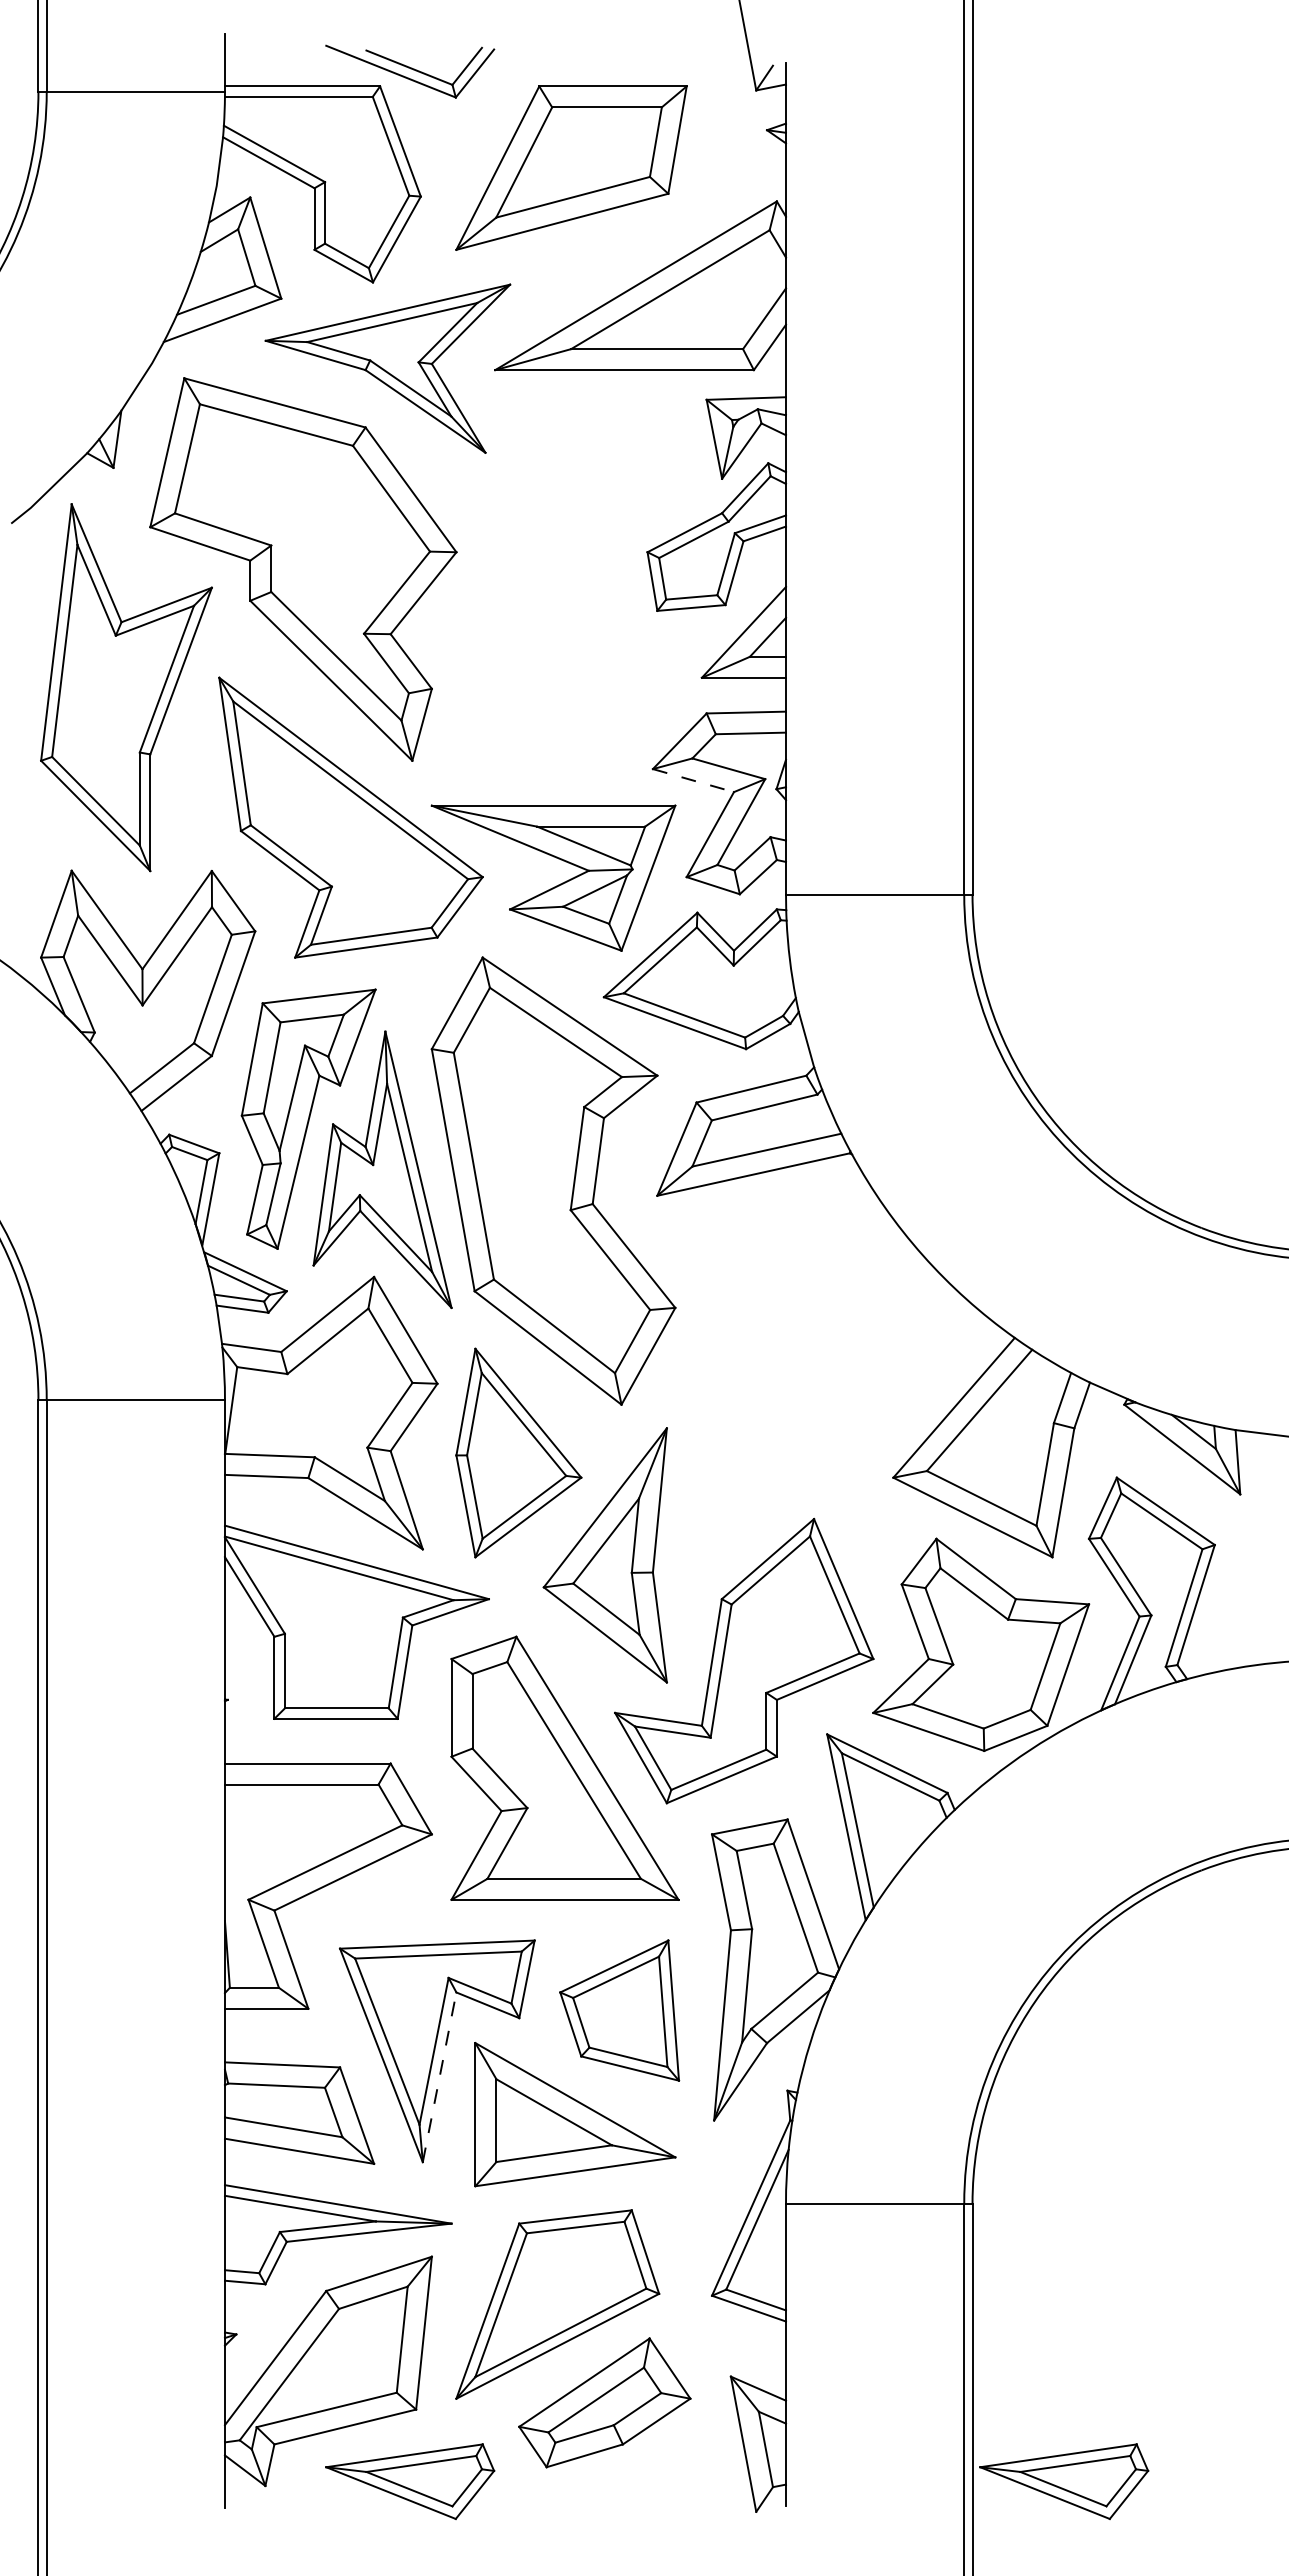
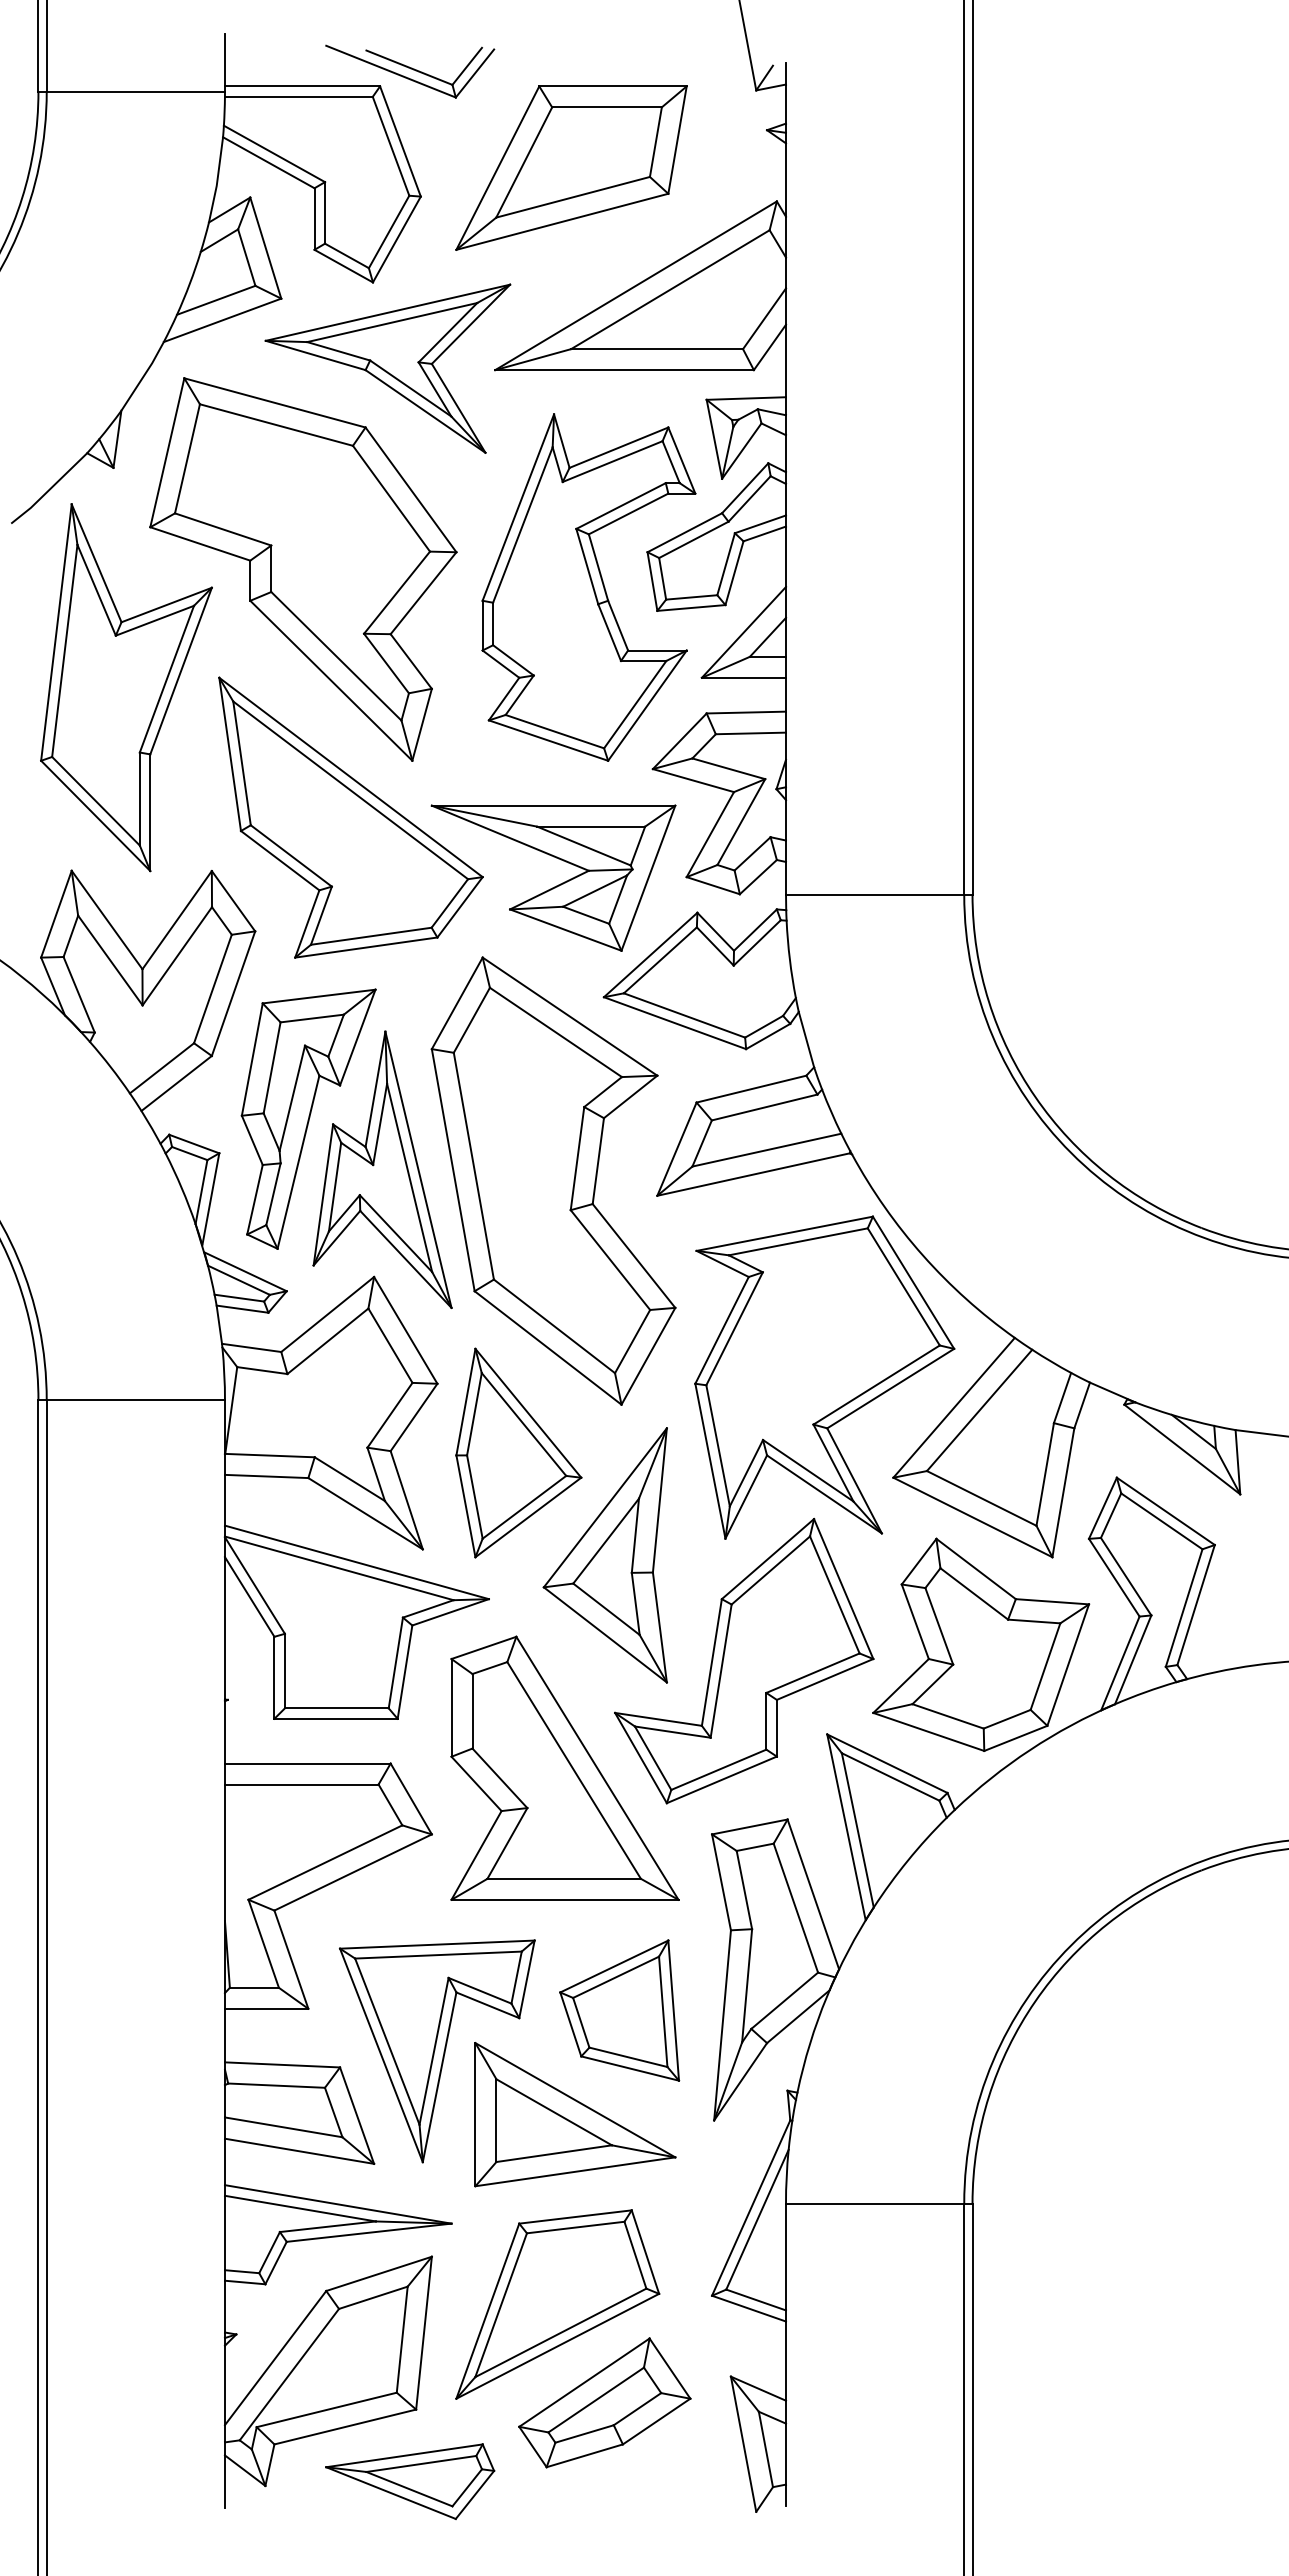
part at (588, 587): none -> present
line at (693, 780): dashed -> solid
part at (824, 1377): none -> present
line at (439, 2077): dashed -> solid
part at (1064, 2481): present -> none
